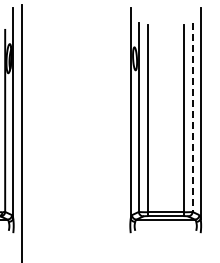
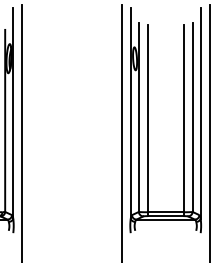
line at (192, 117): dashed -> solid
line at (121, 132): none -> present
line at (209, 132): none -> present
